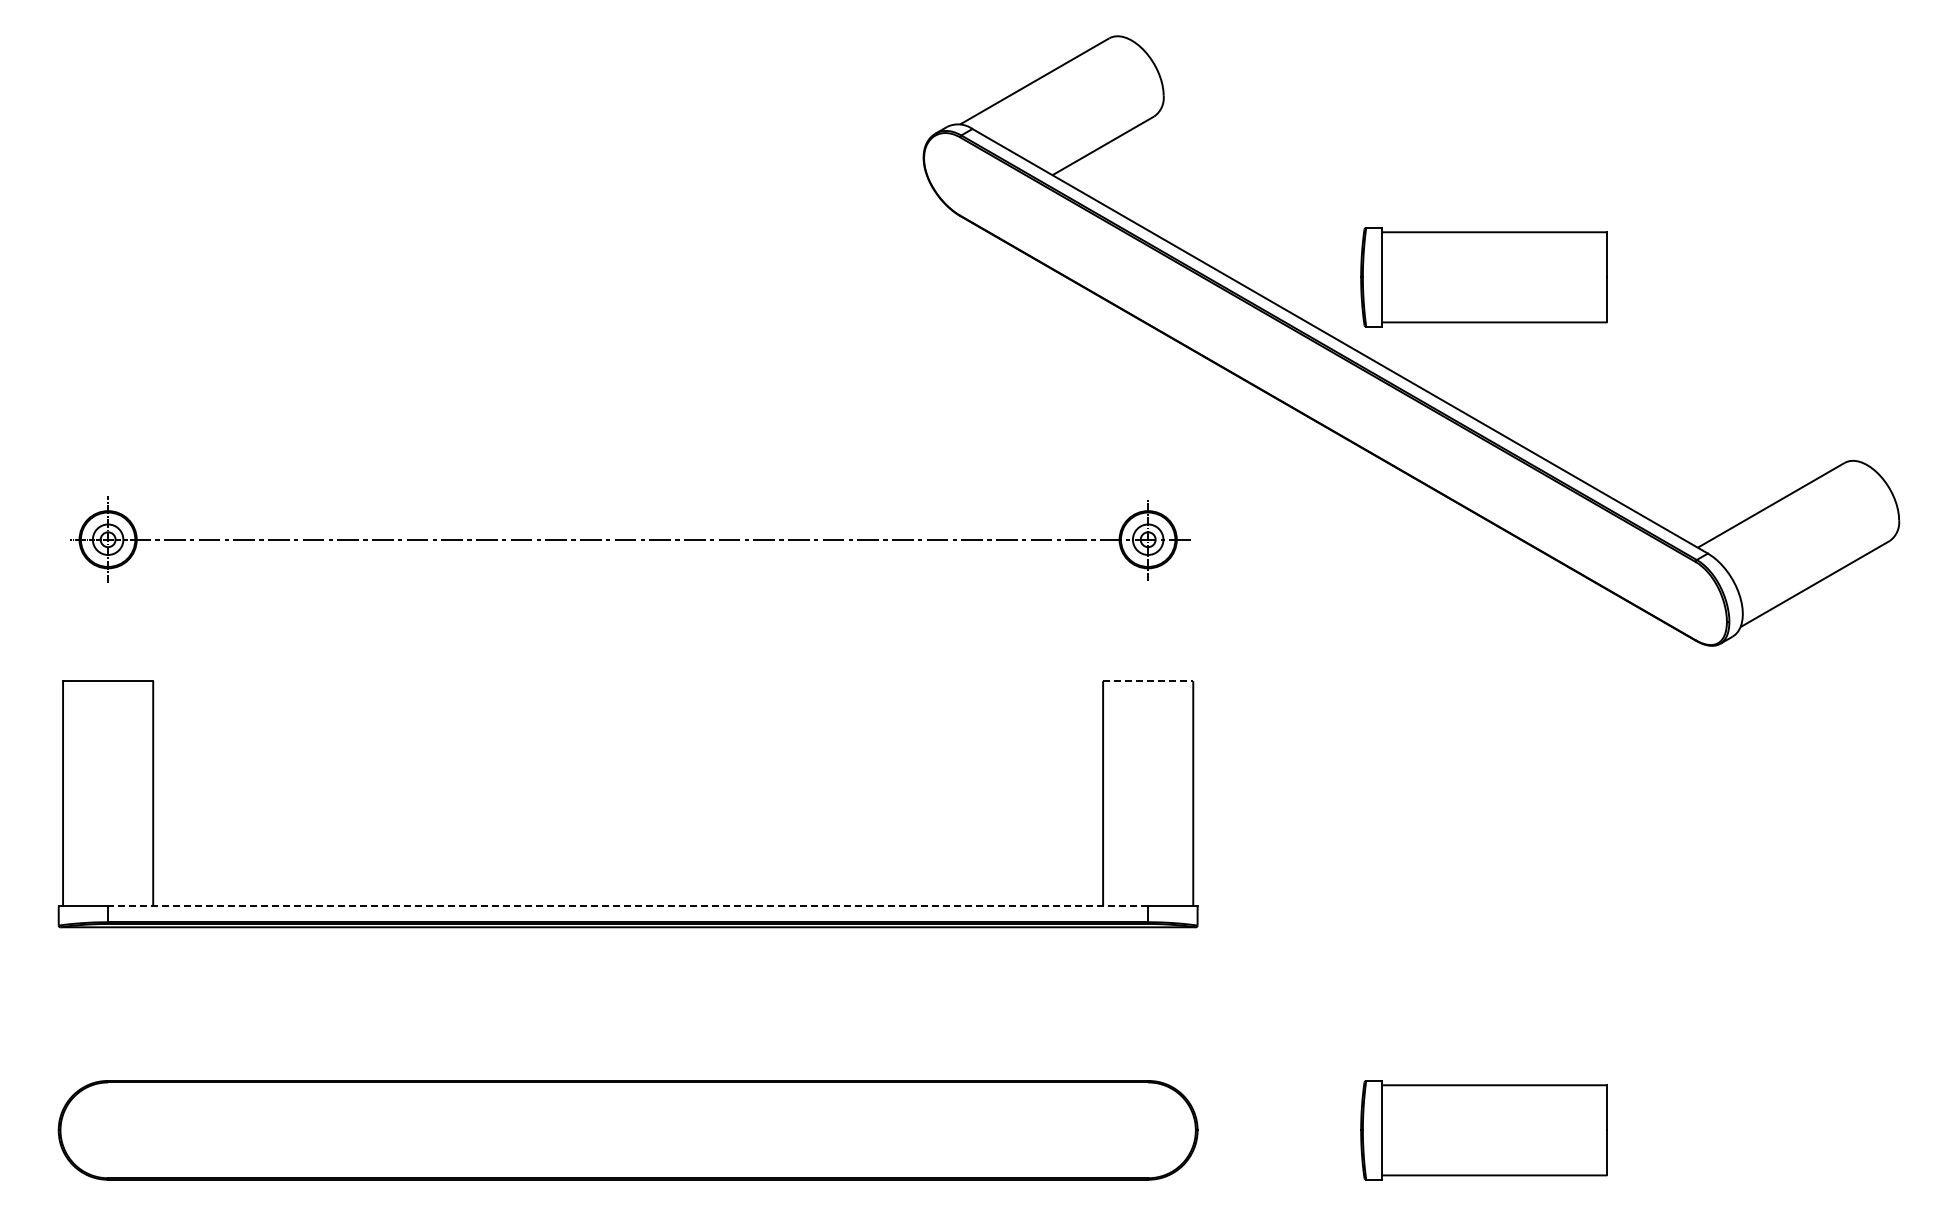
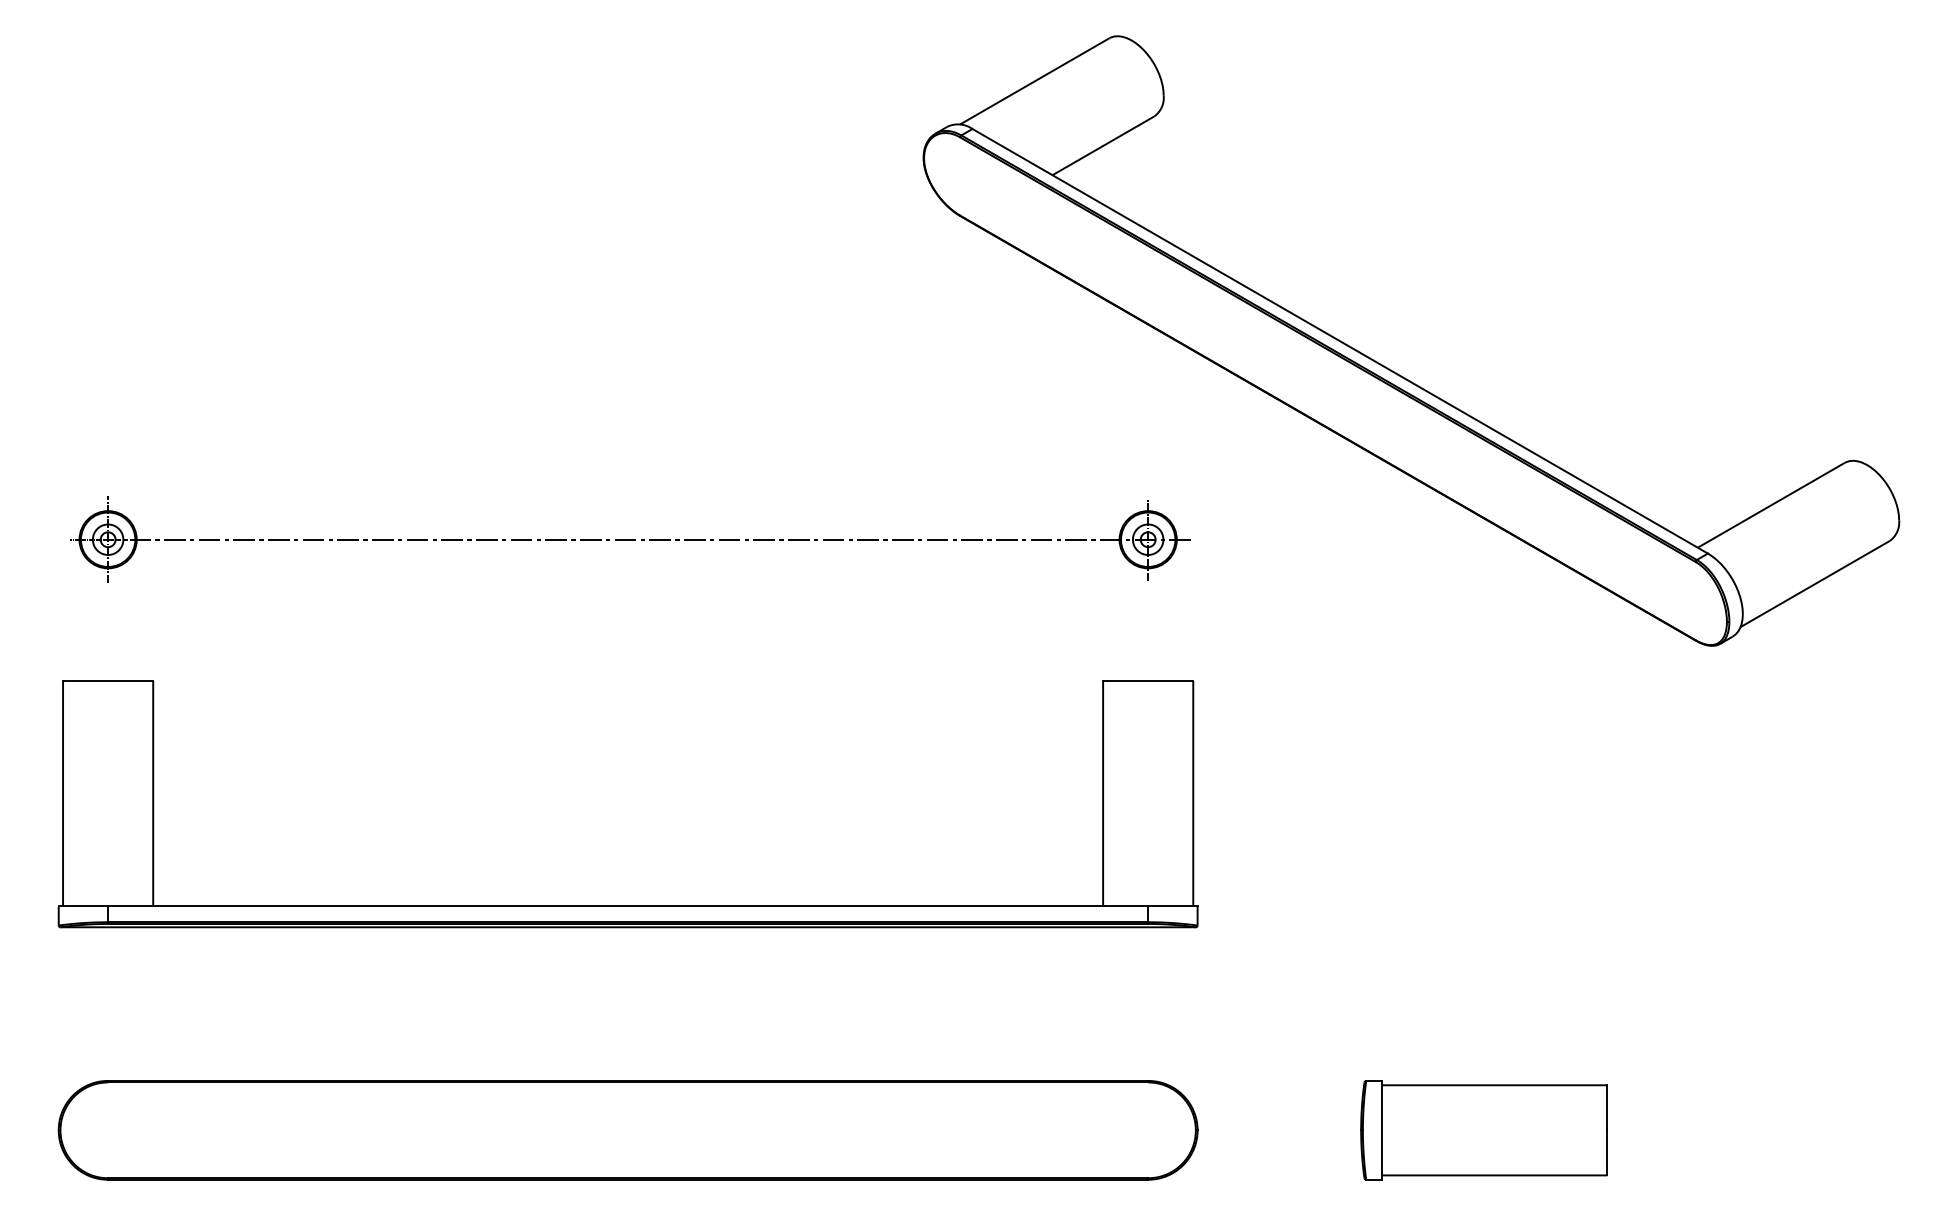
part at (1483, 277): present -> none
line at (1148, 681): dashed -> solid
line at (627, 906): dashed -> solid
